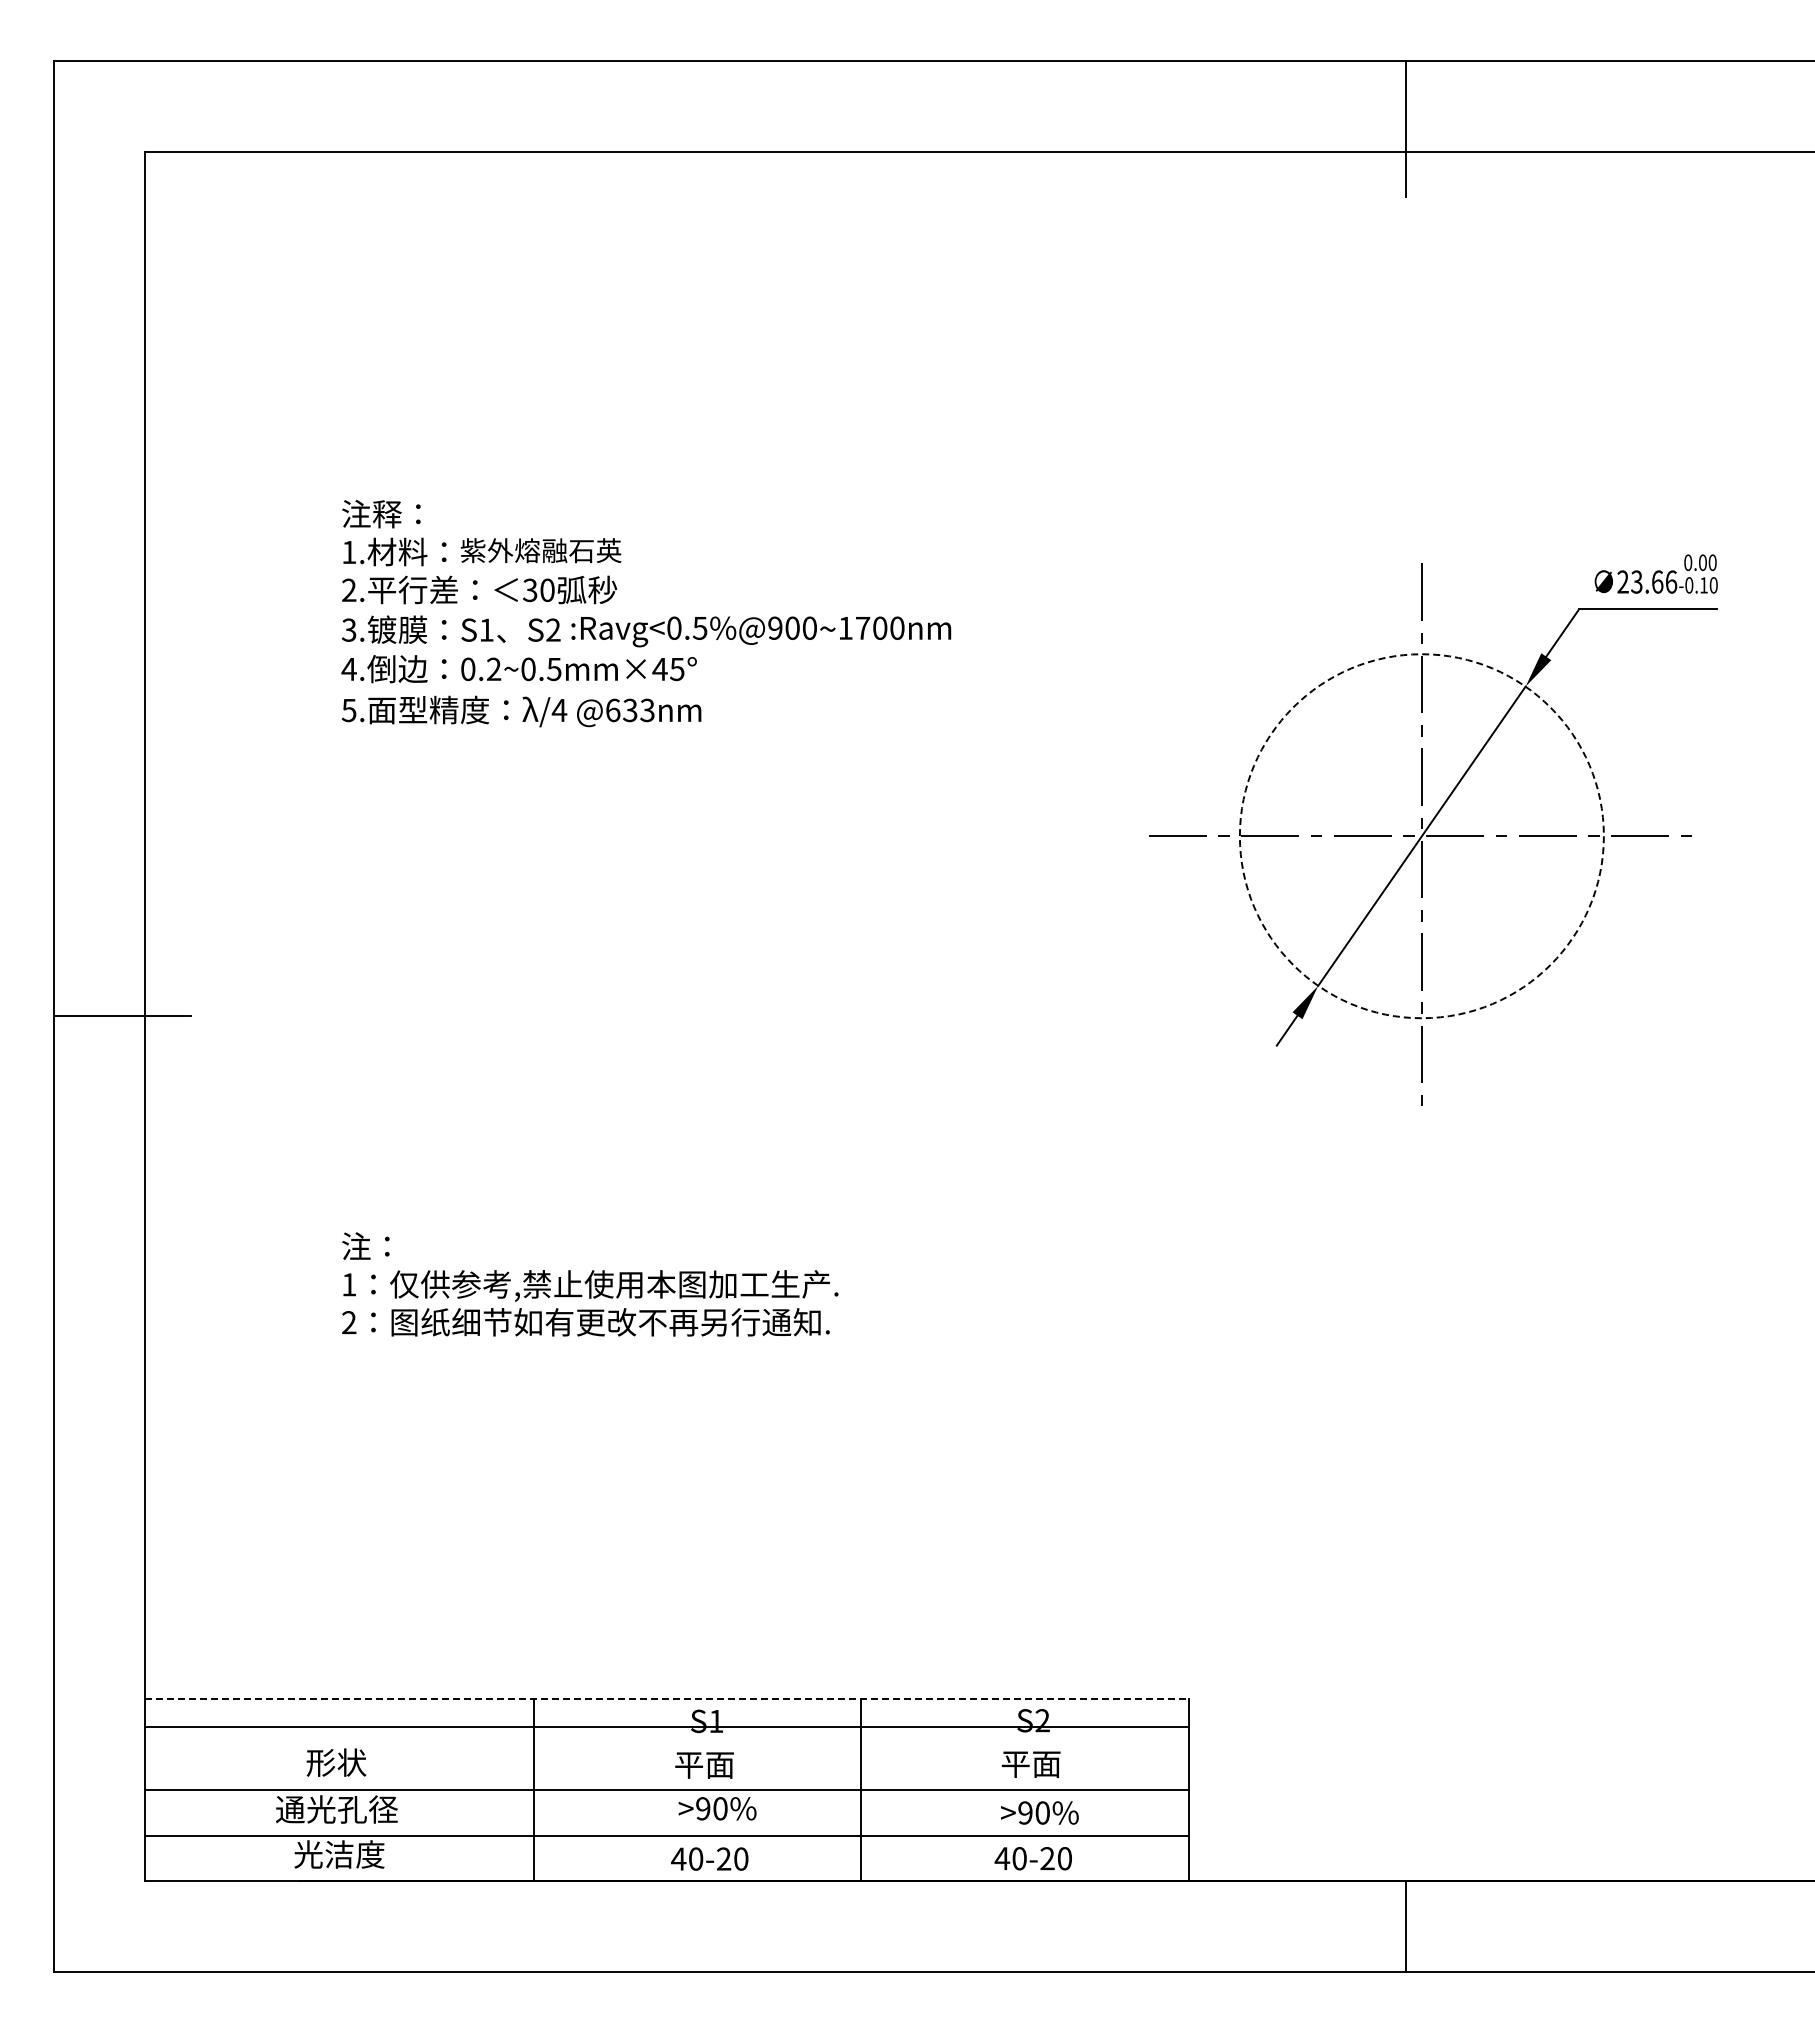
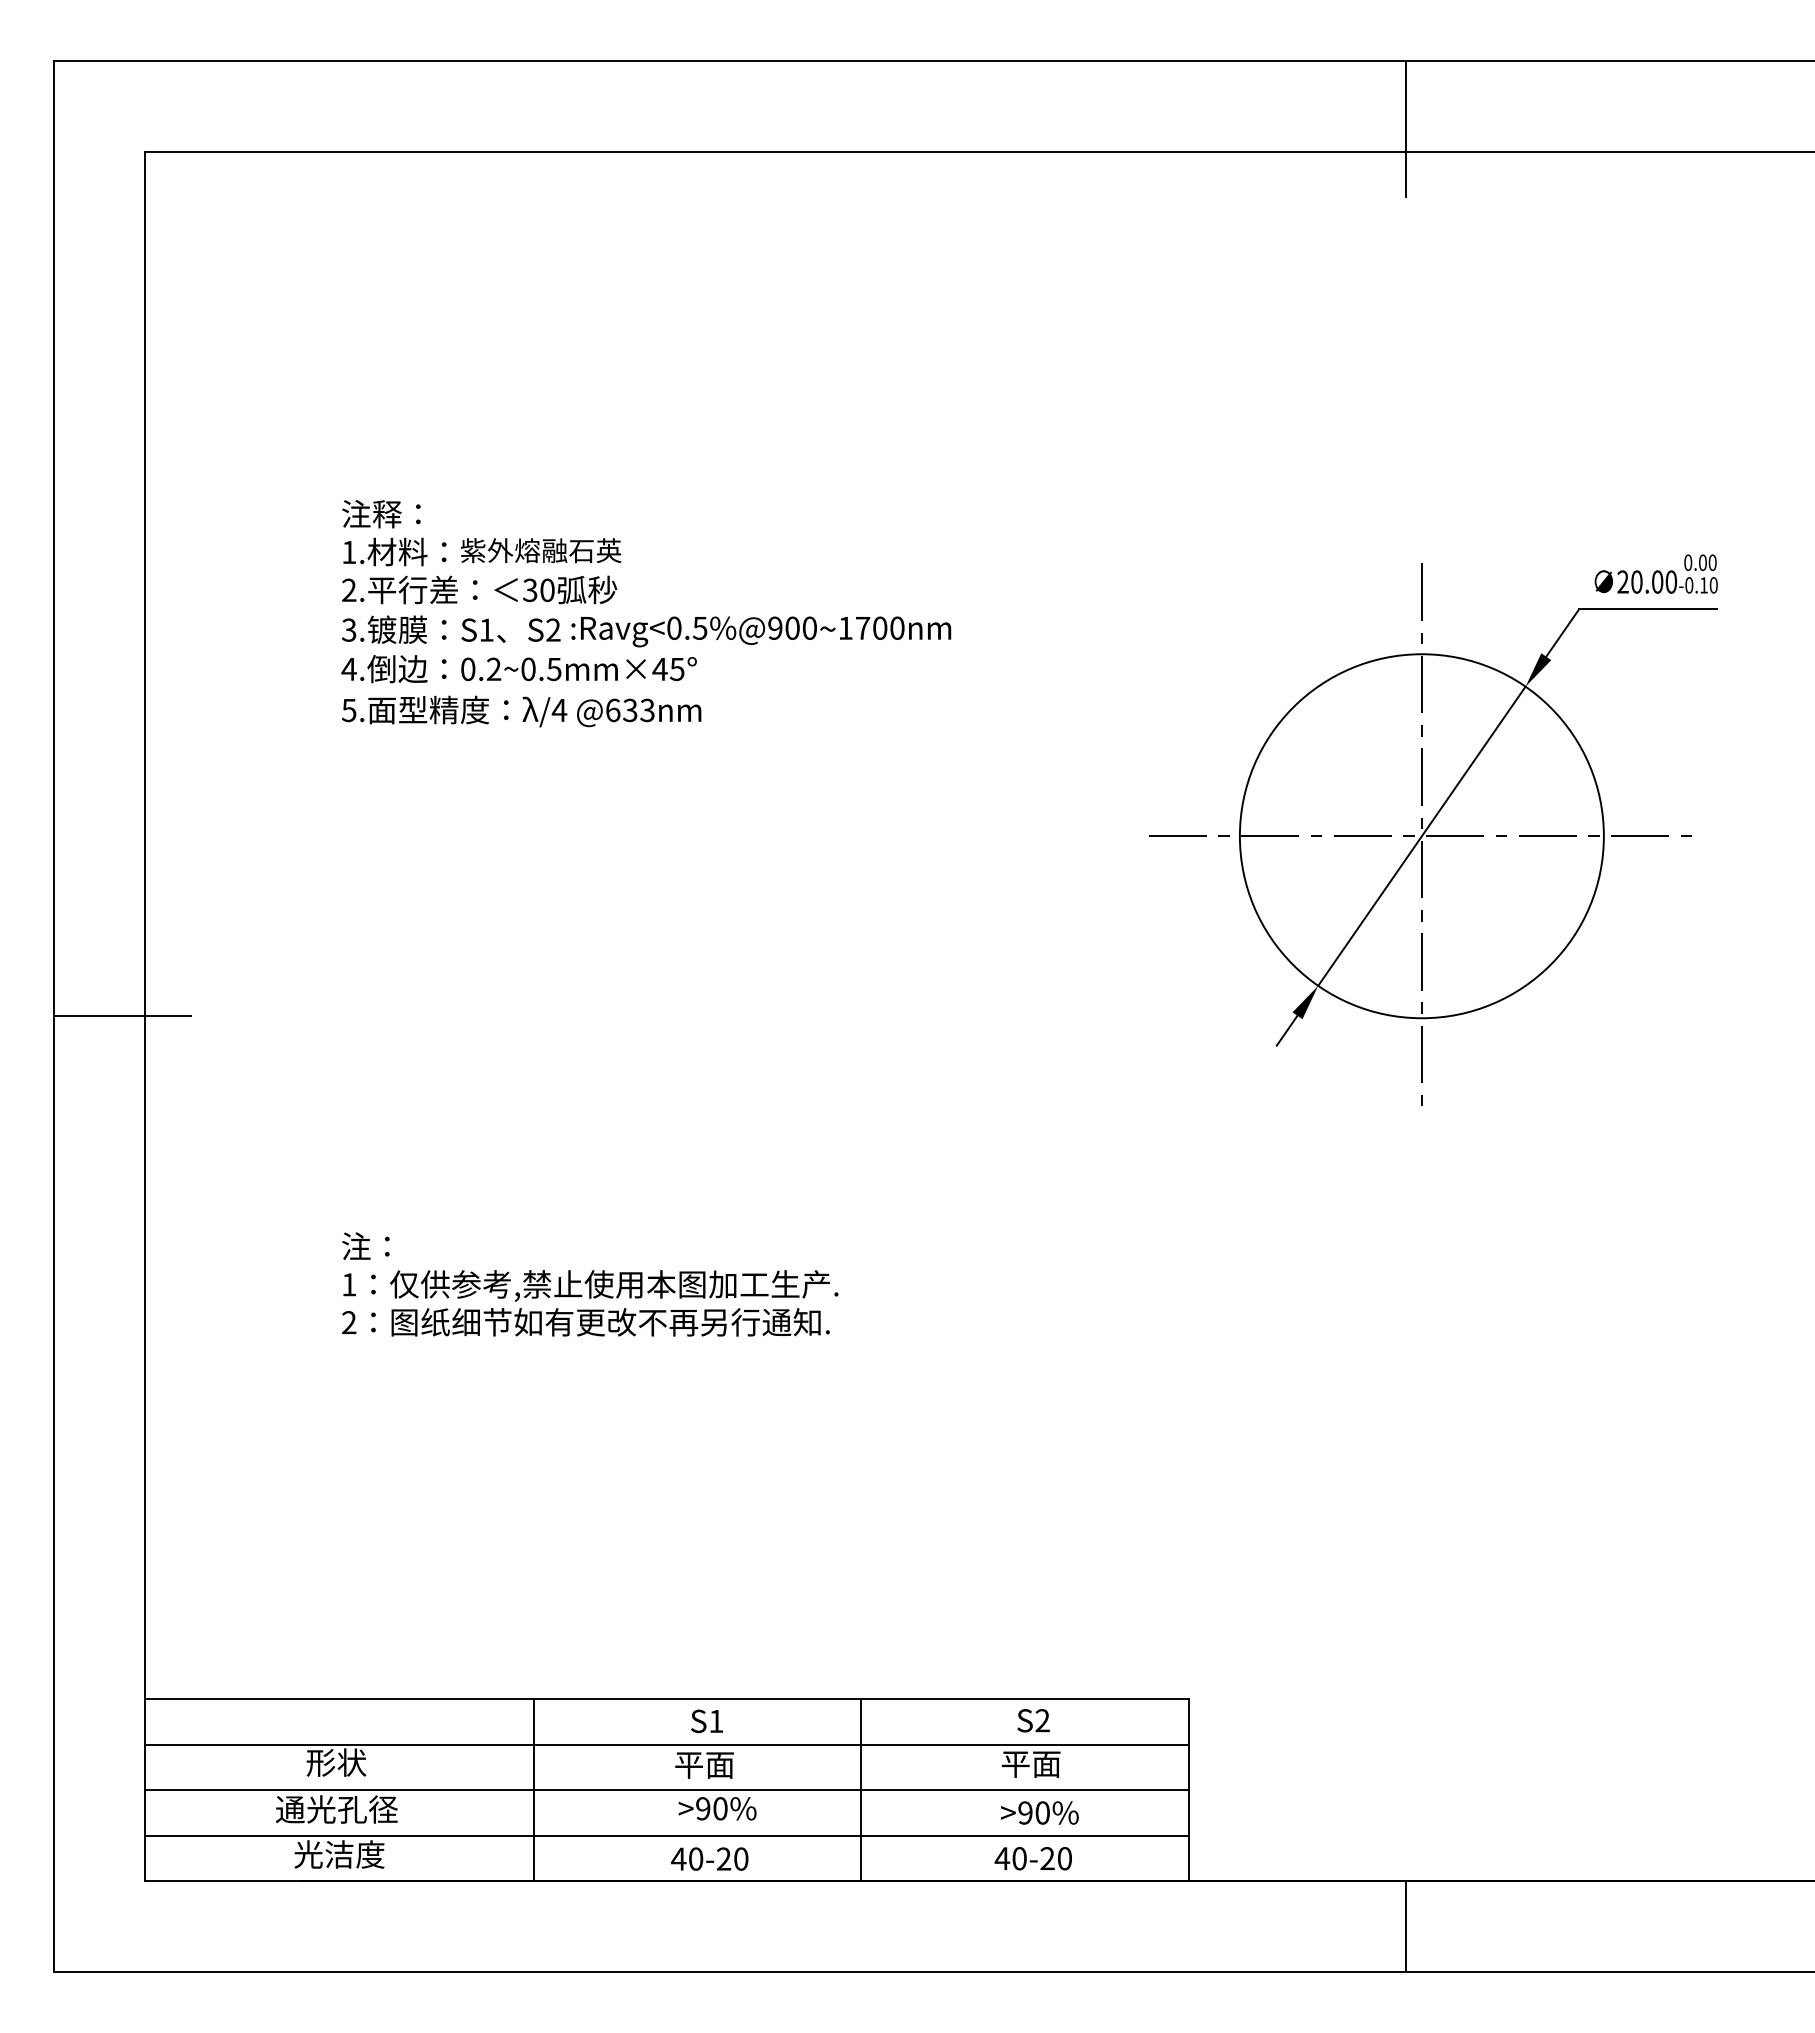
text at (1654, 581): 23.66 -> 20.00
circle at (1421, 836): dashed -> solid
line at (667, 1699): dashed -> solid
line at (666, 1726) position: (666, 1726) -> (666, 1744)
